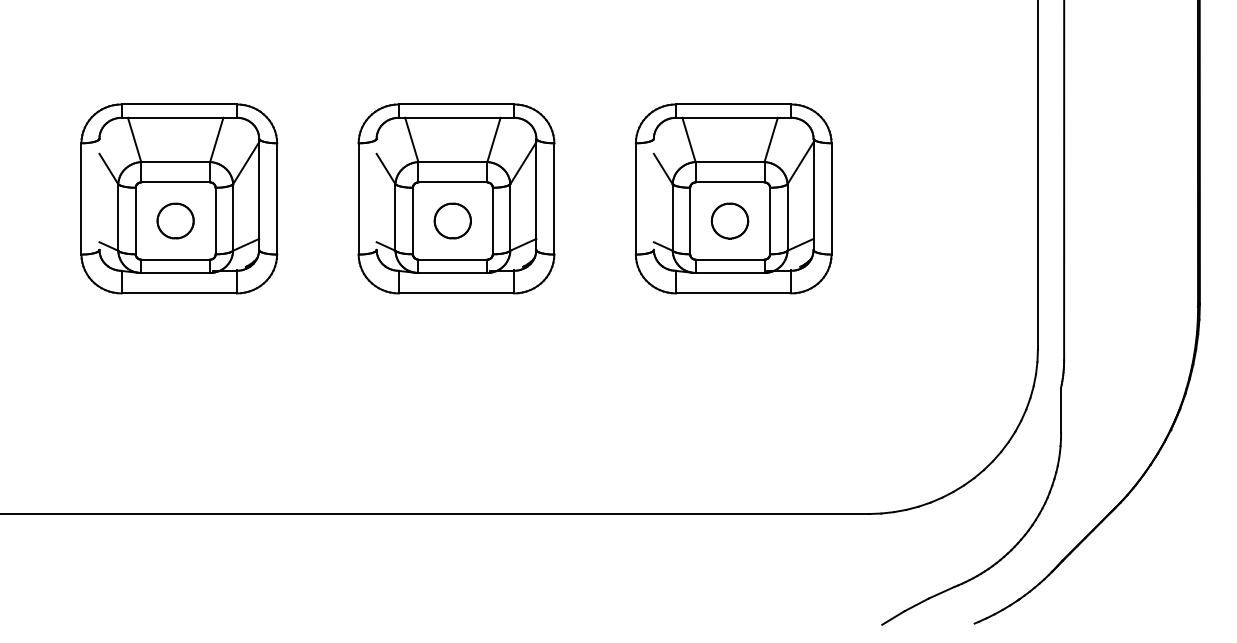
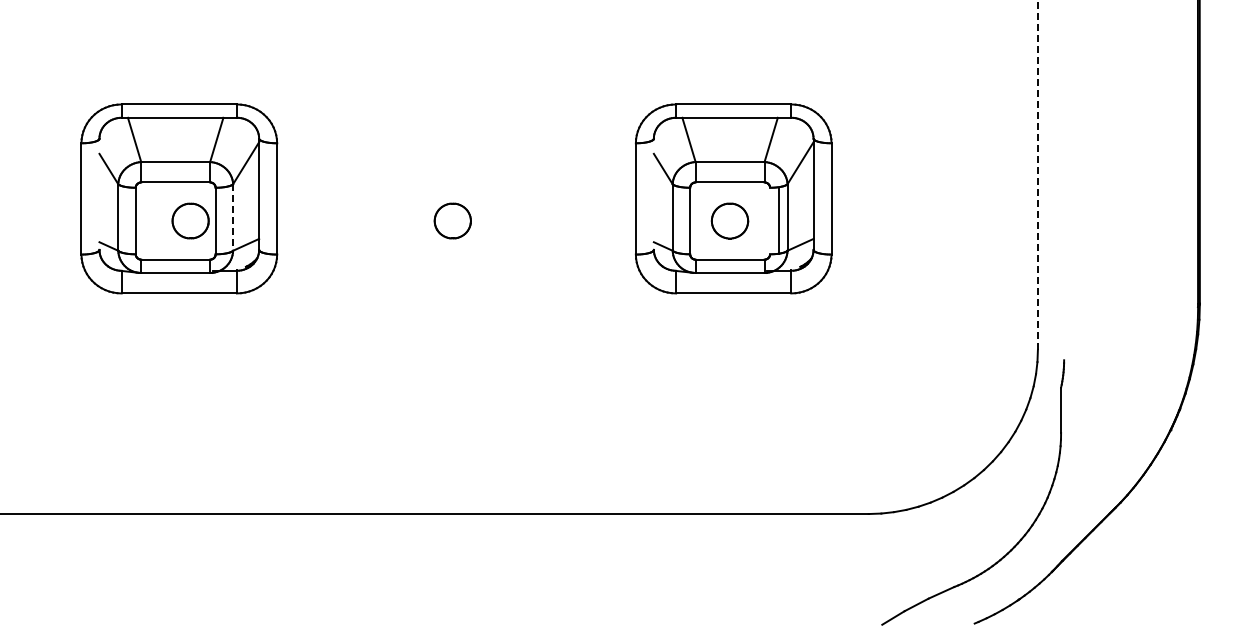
line at (1037, 174): solid -> dashed
line at (1064, 181): present -> none
part at (456, 198): present -> none
line at (233, 218): solid -> dashed
part at (175, 220) position: (175, 220) -> (190, 220)
line at (770, 220) position: (770, 220) -> (779, 220)
